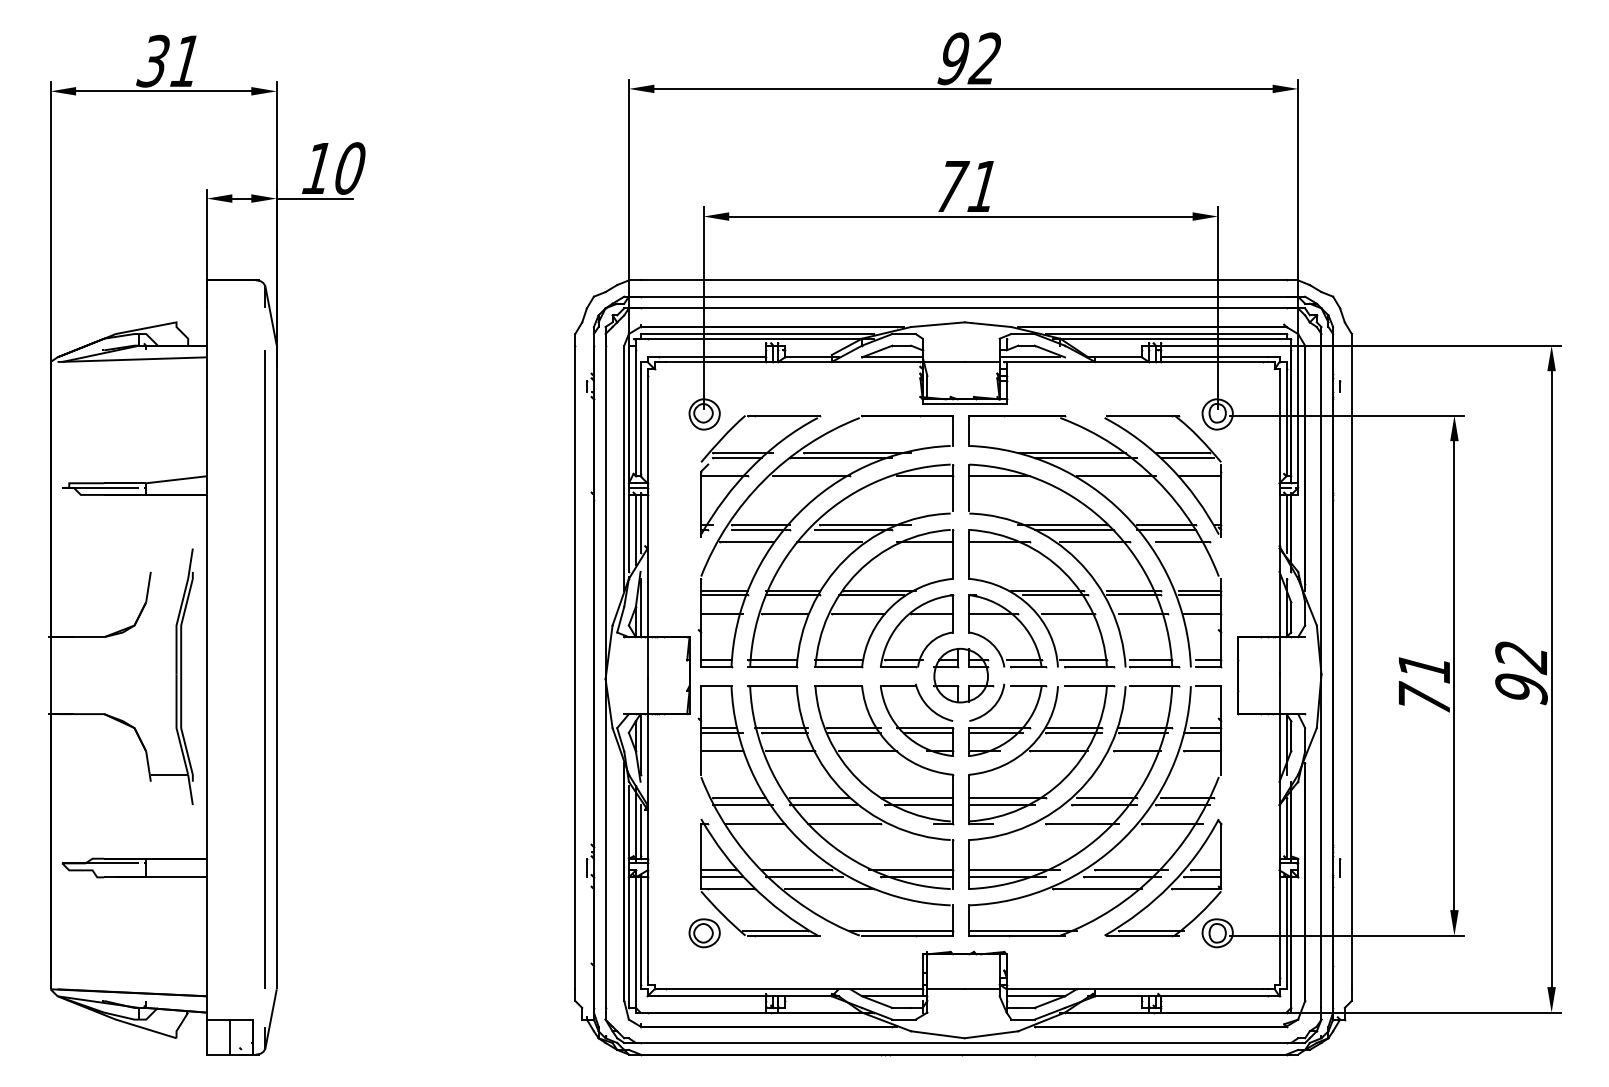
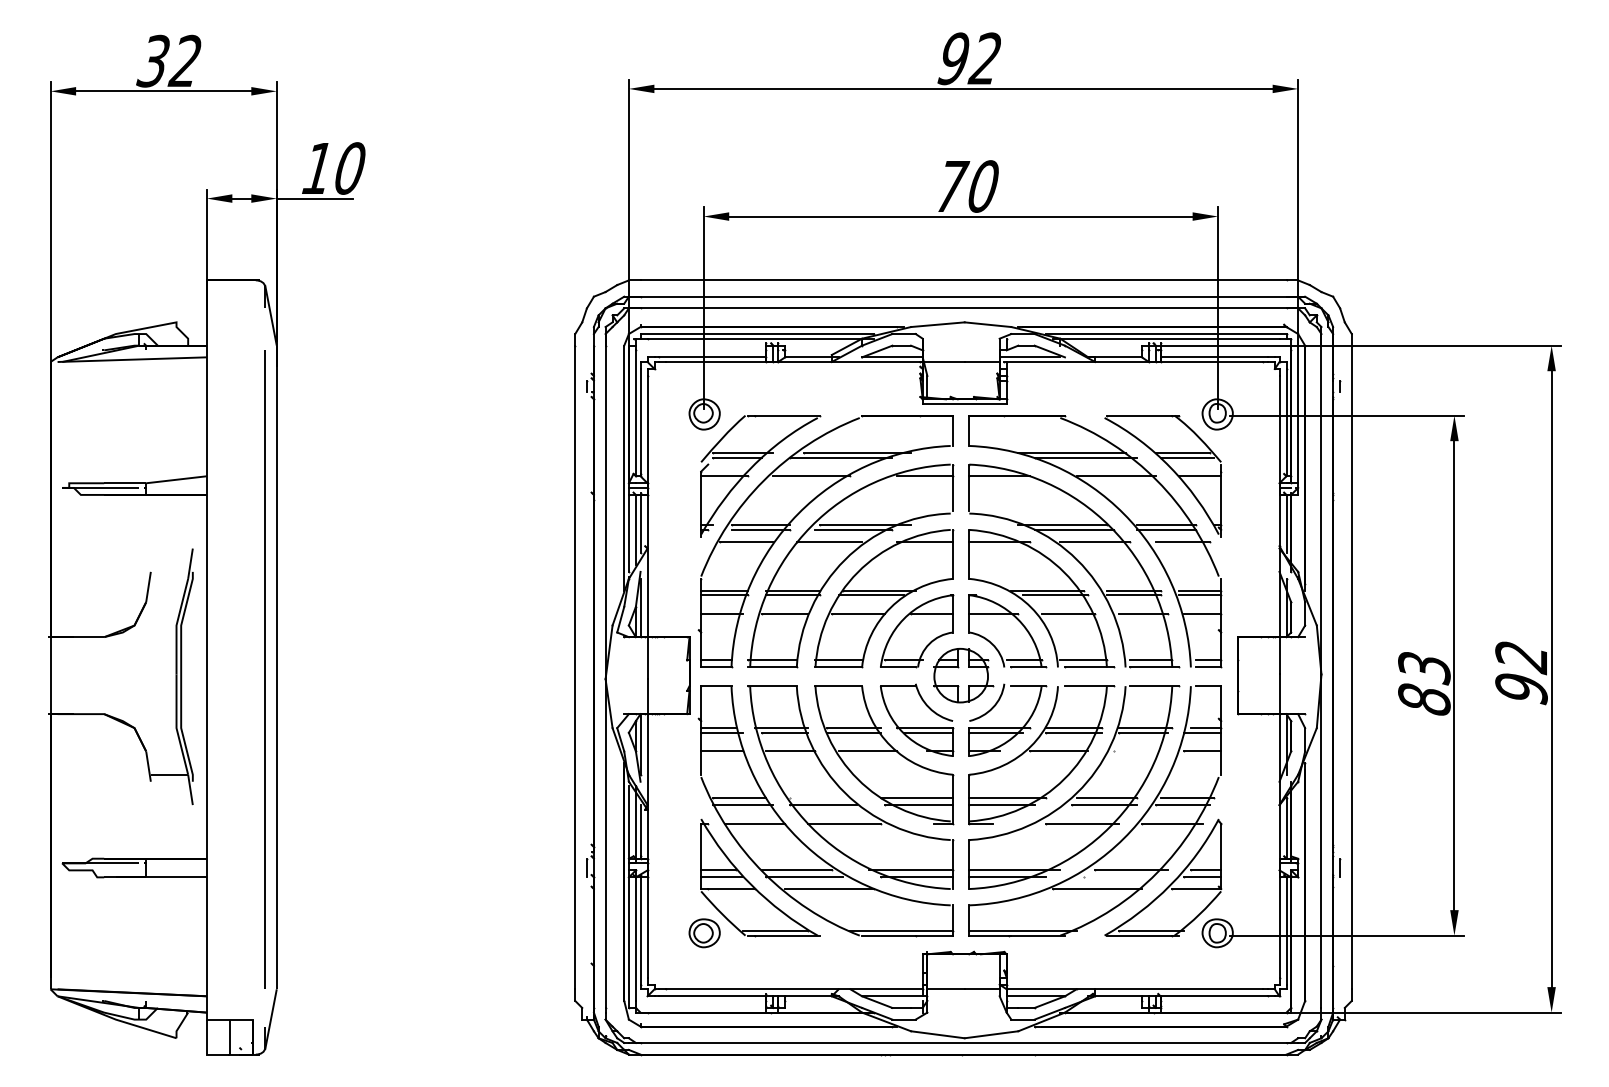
text at (184, 60): 31 -> 32
text at (982, 186): 71 -> 70
text at (1424, 683): 71 -> 83
line at (1136, 751): present -> none
line at (819, 798): present -> none
line at (1121, 877): present -> none
